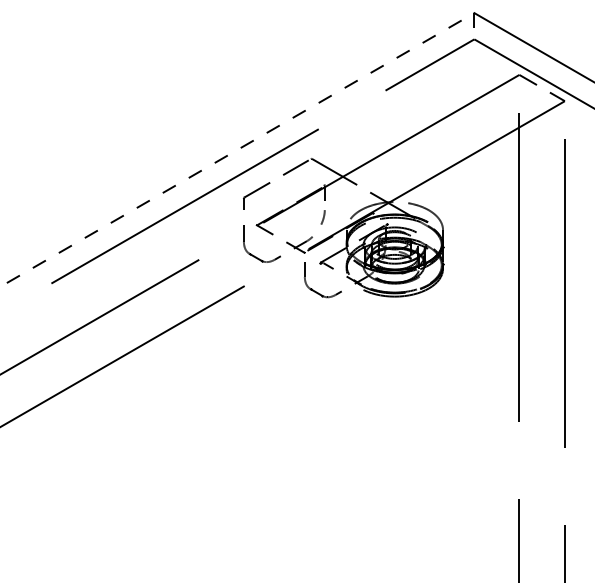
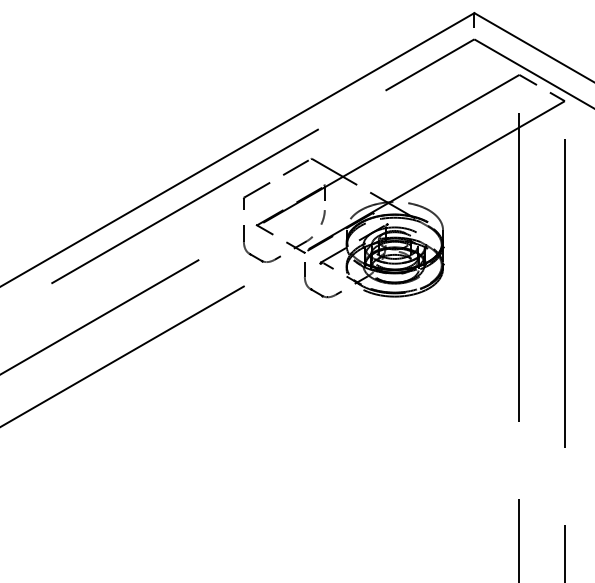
line at (237, 149): dashed -> solid
